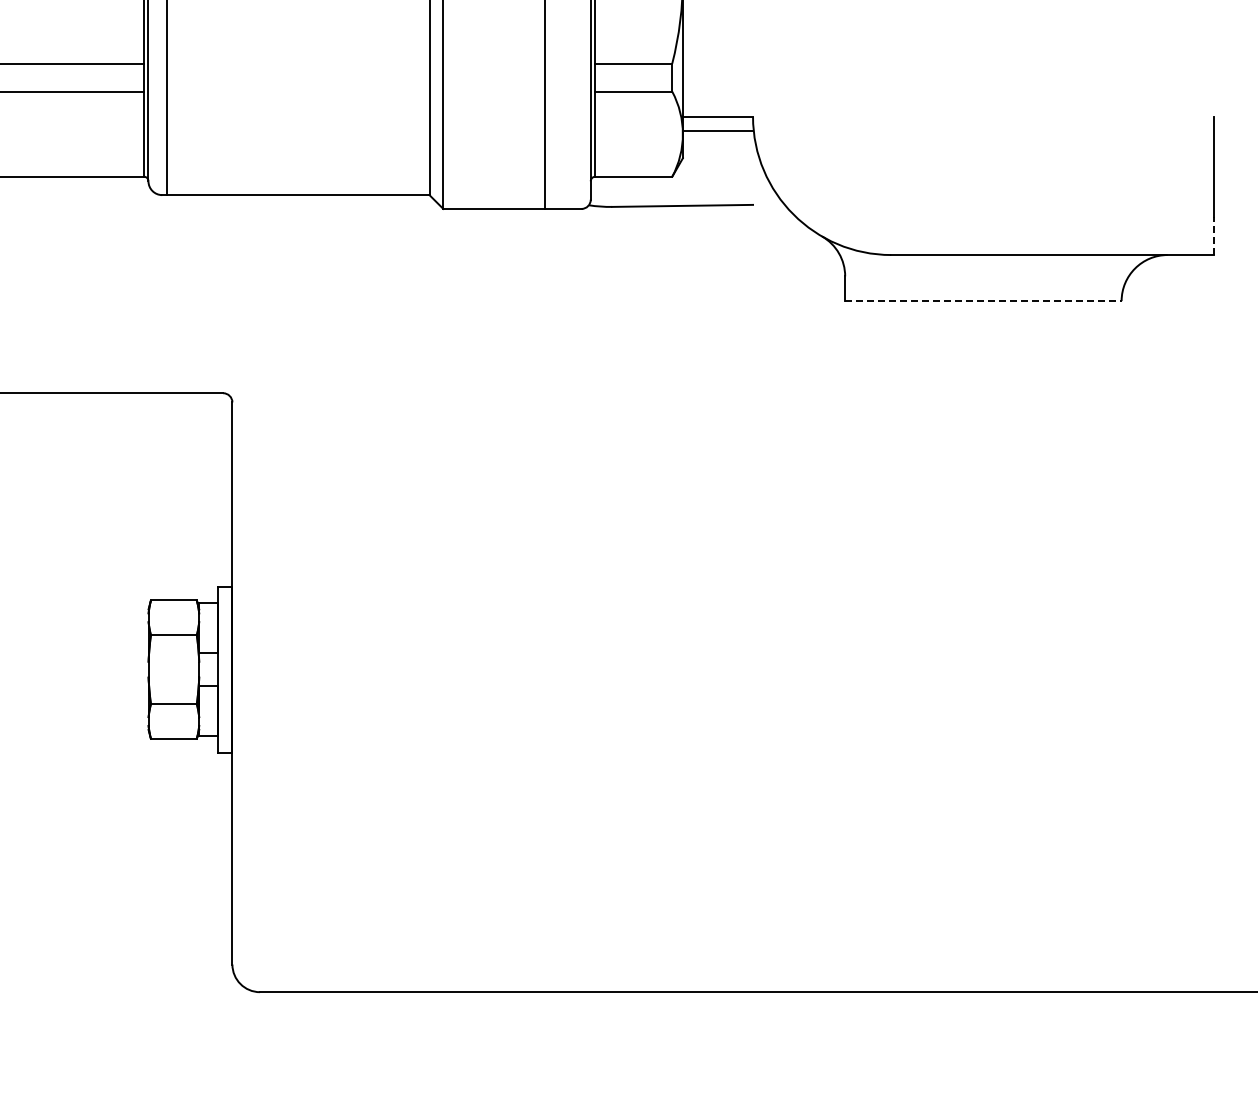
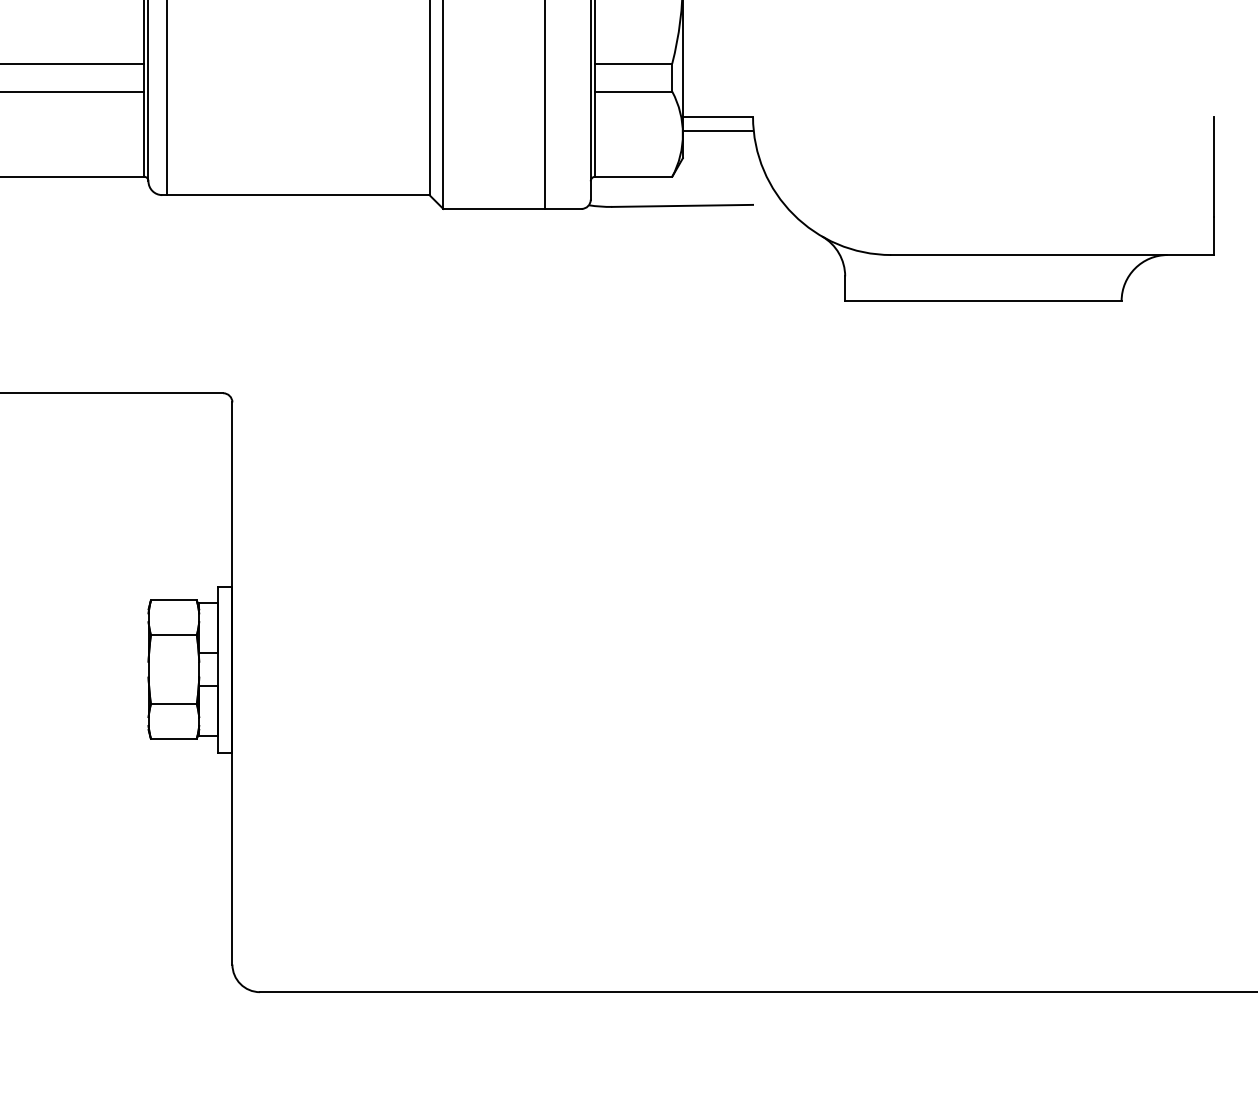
line at (1213, 236): dashed -> solid
line at (983, 301): dashed -> solid
